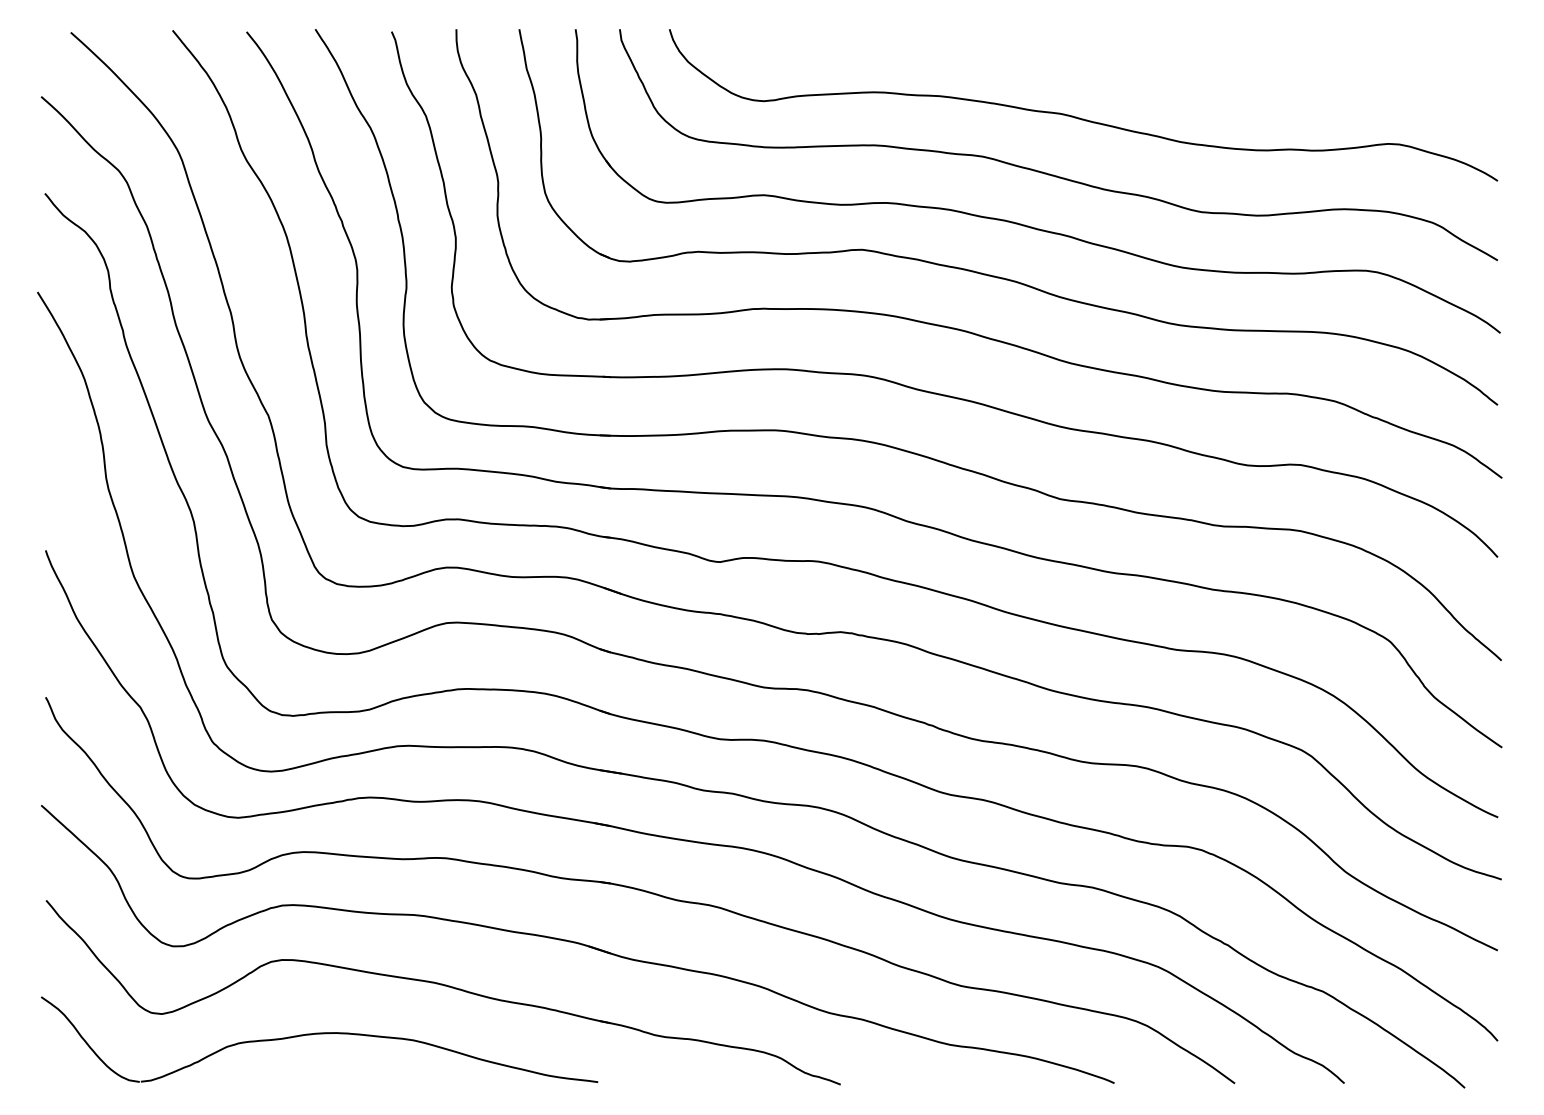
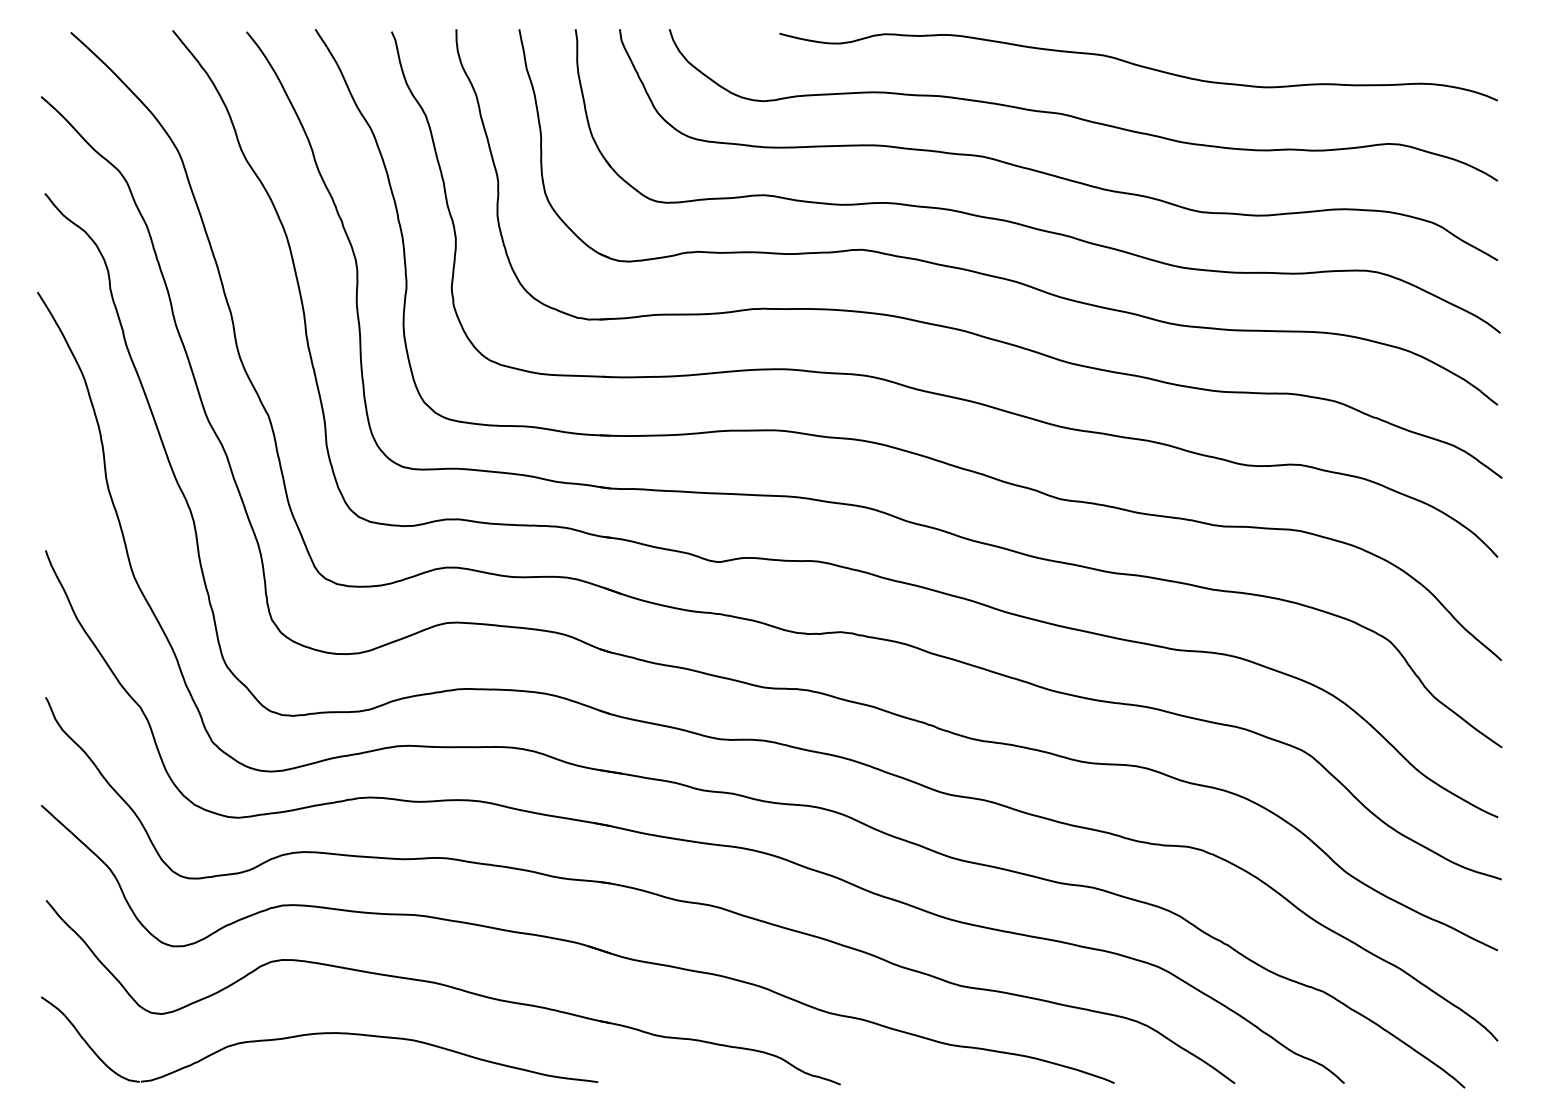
curve at (1138, 66): none -> present
